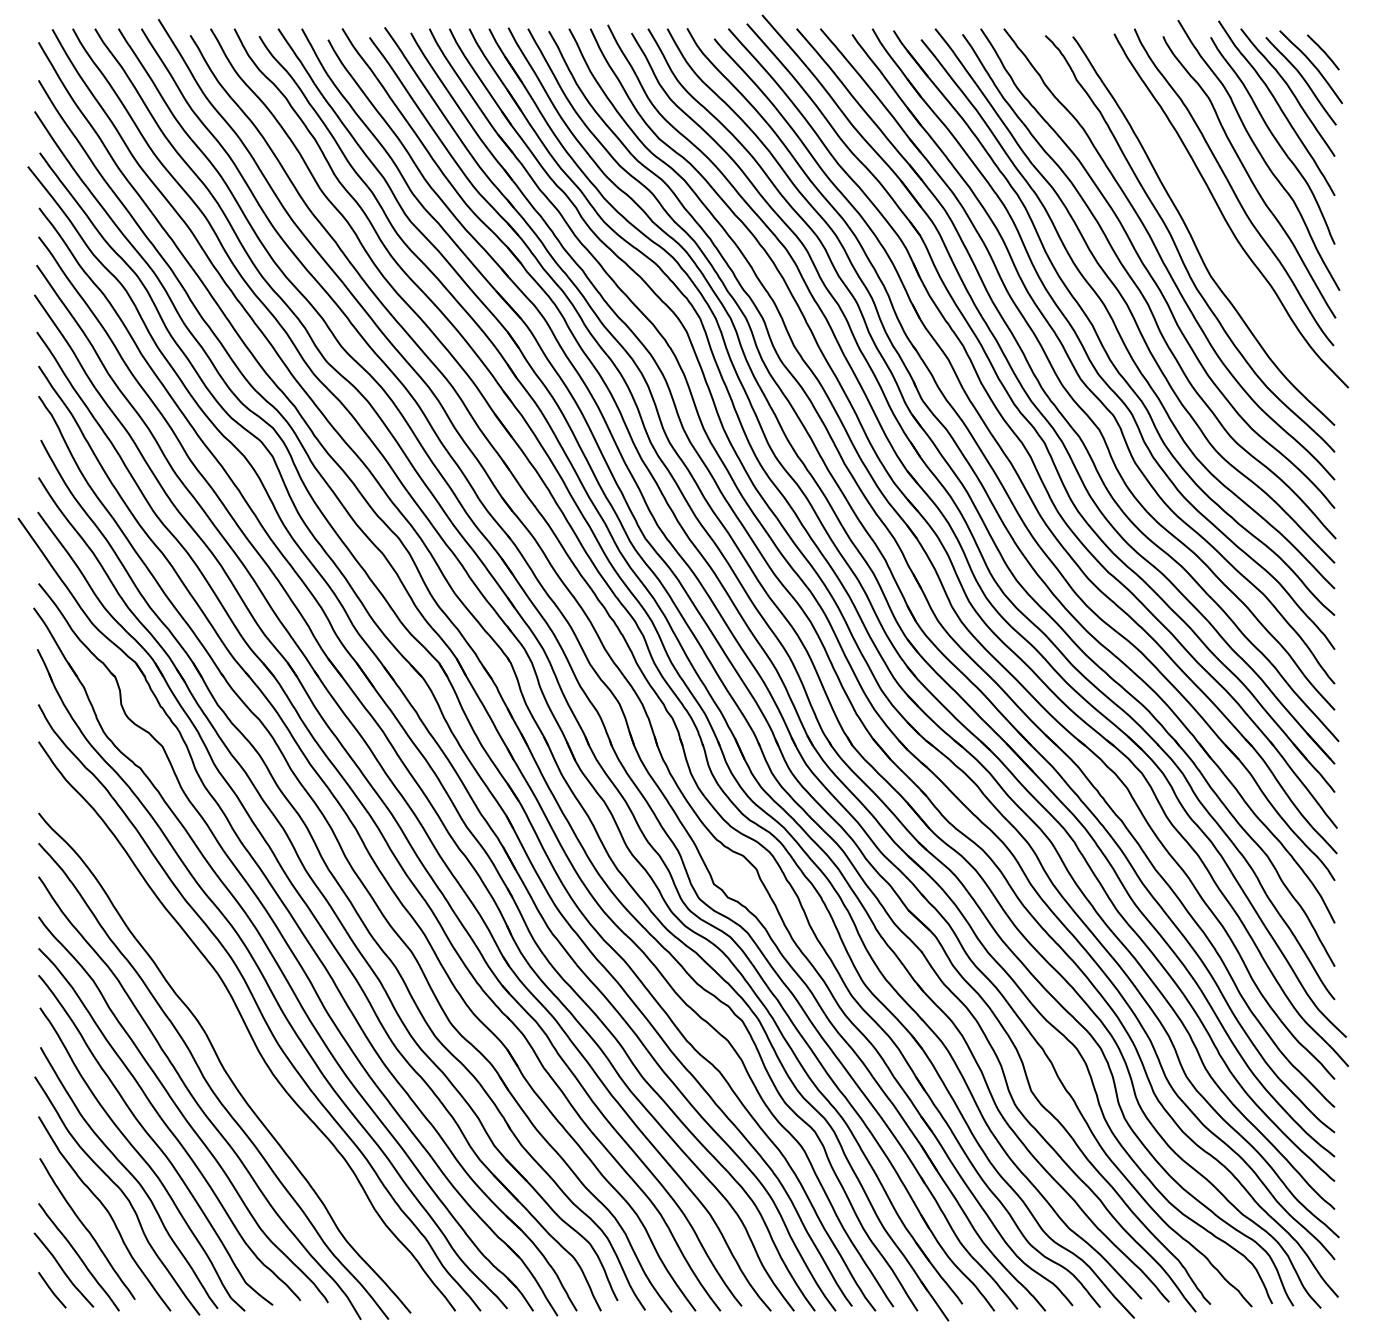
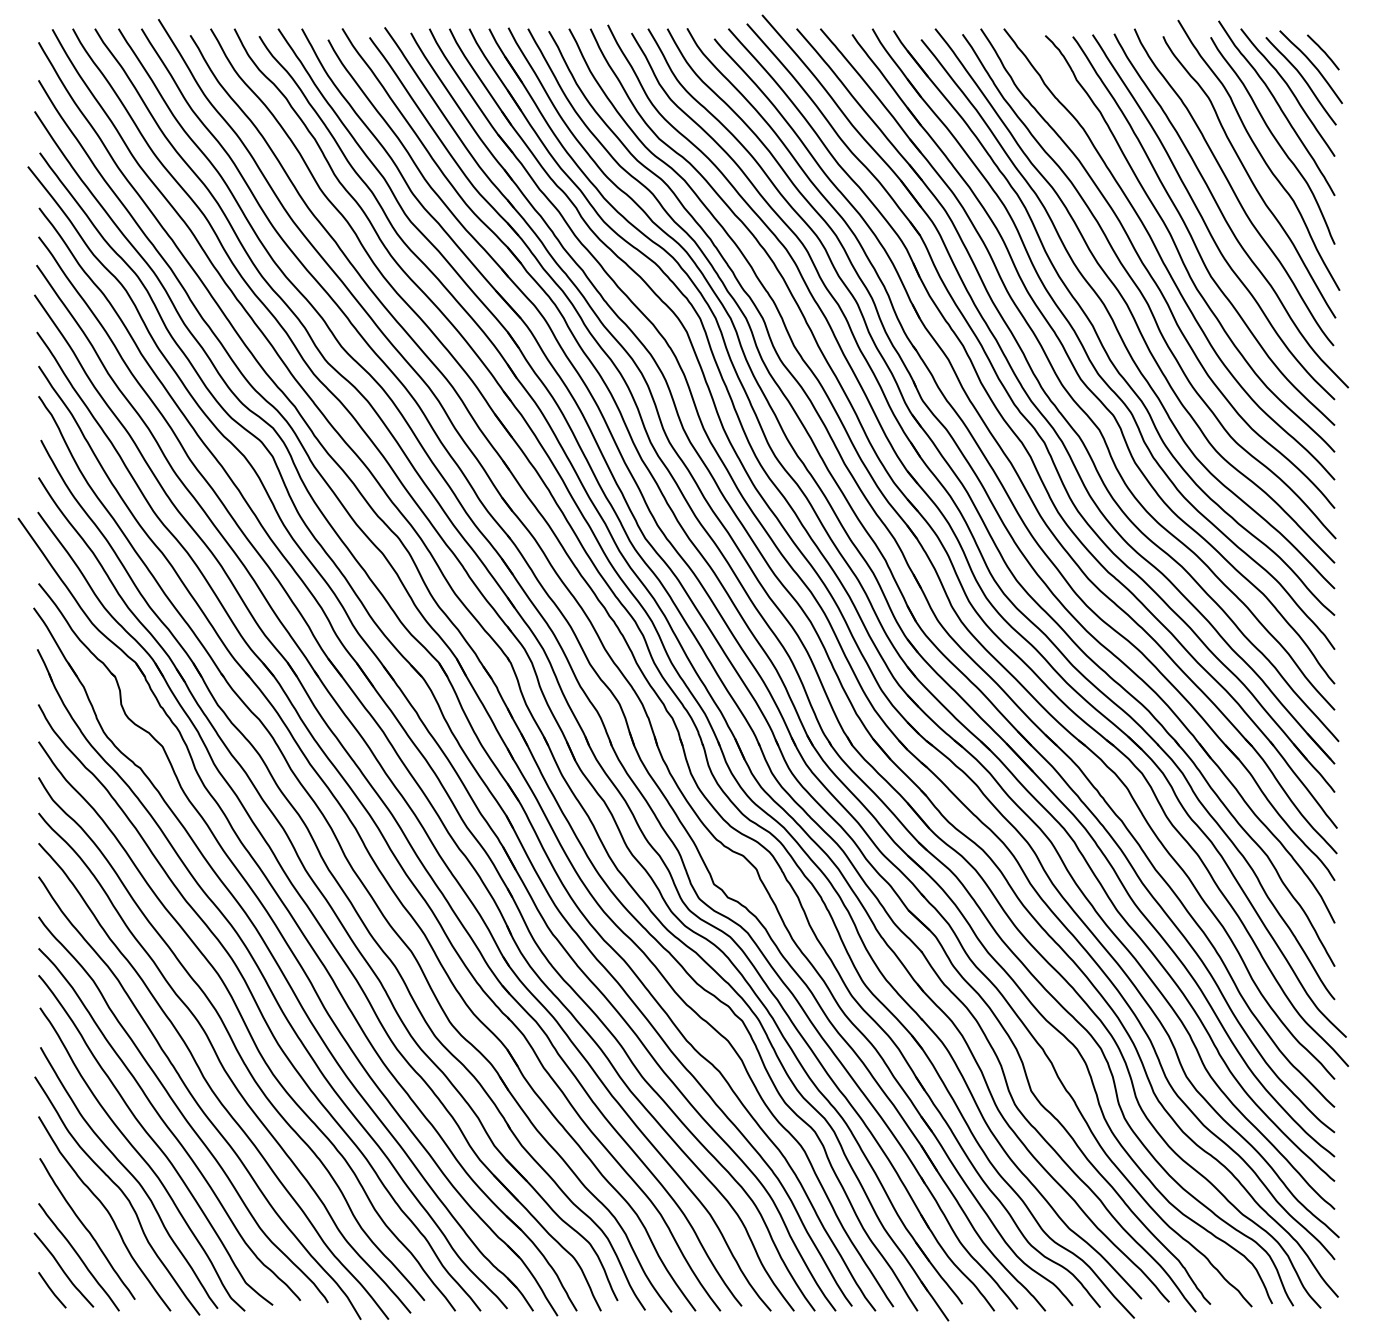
curve at (1205, 221): none -> present
curve at (231, 1038): none -> present
